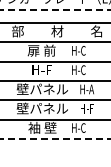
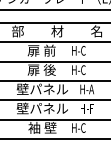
line at (55, 9): dashed -> solid
text at (41, 69): H-F -> 扉 後
line at (55, 138): dashed -> solid
